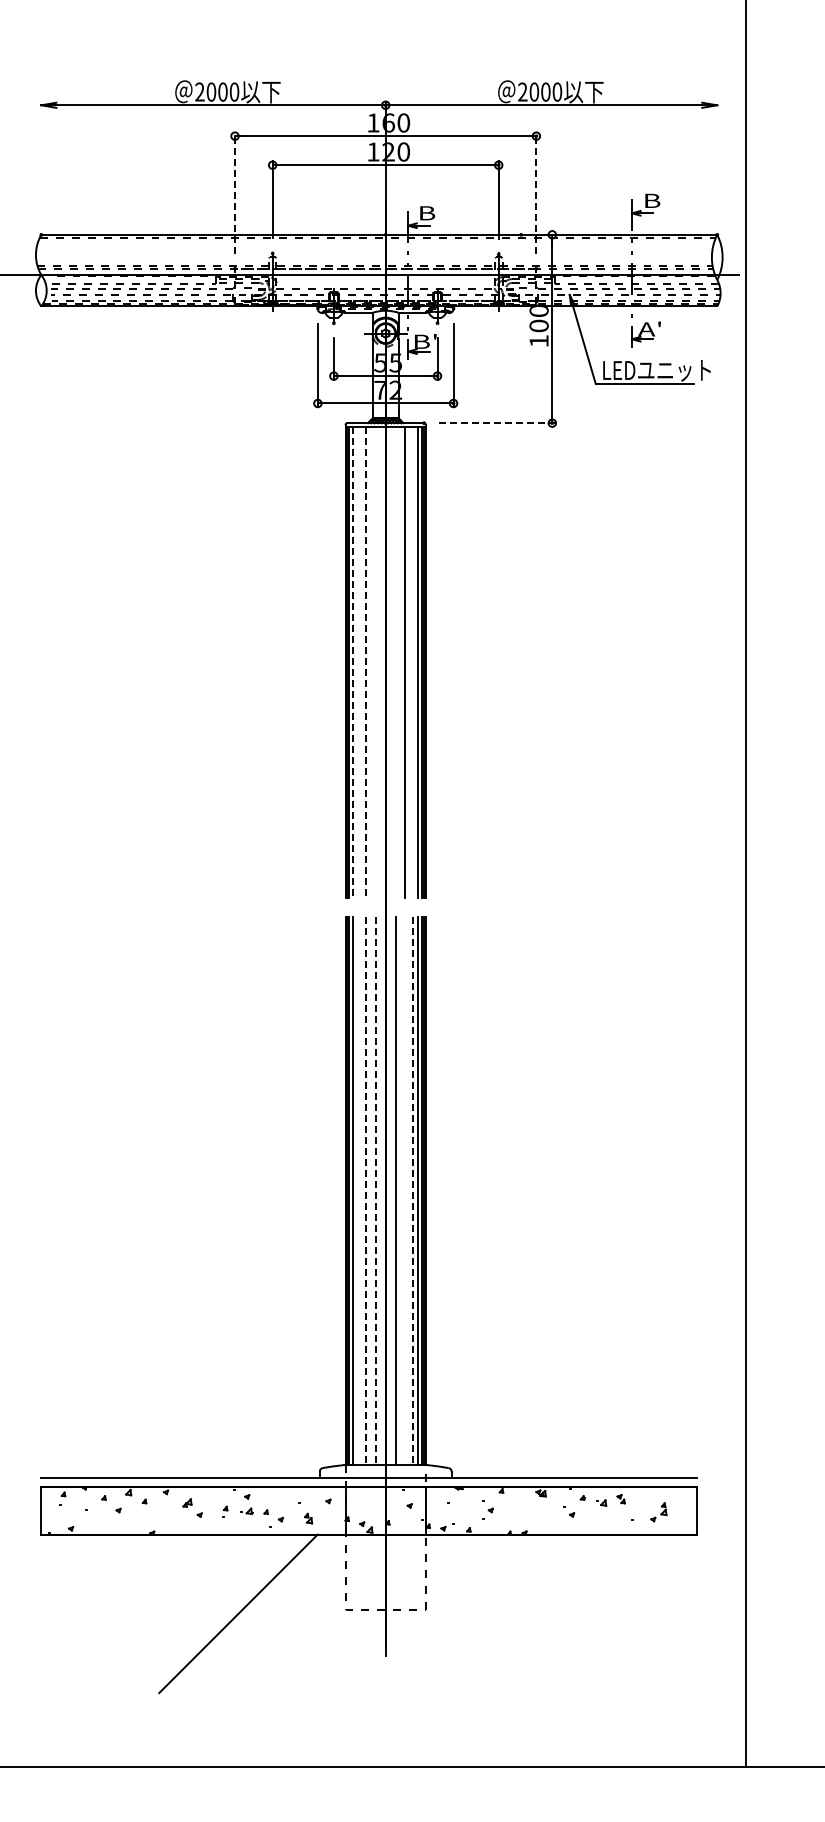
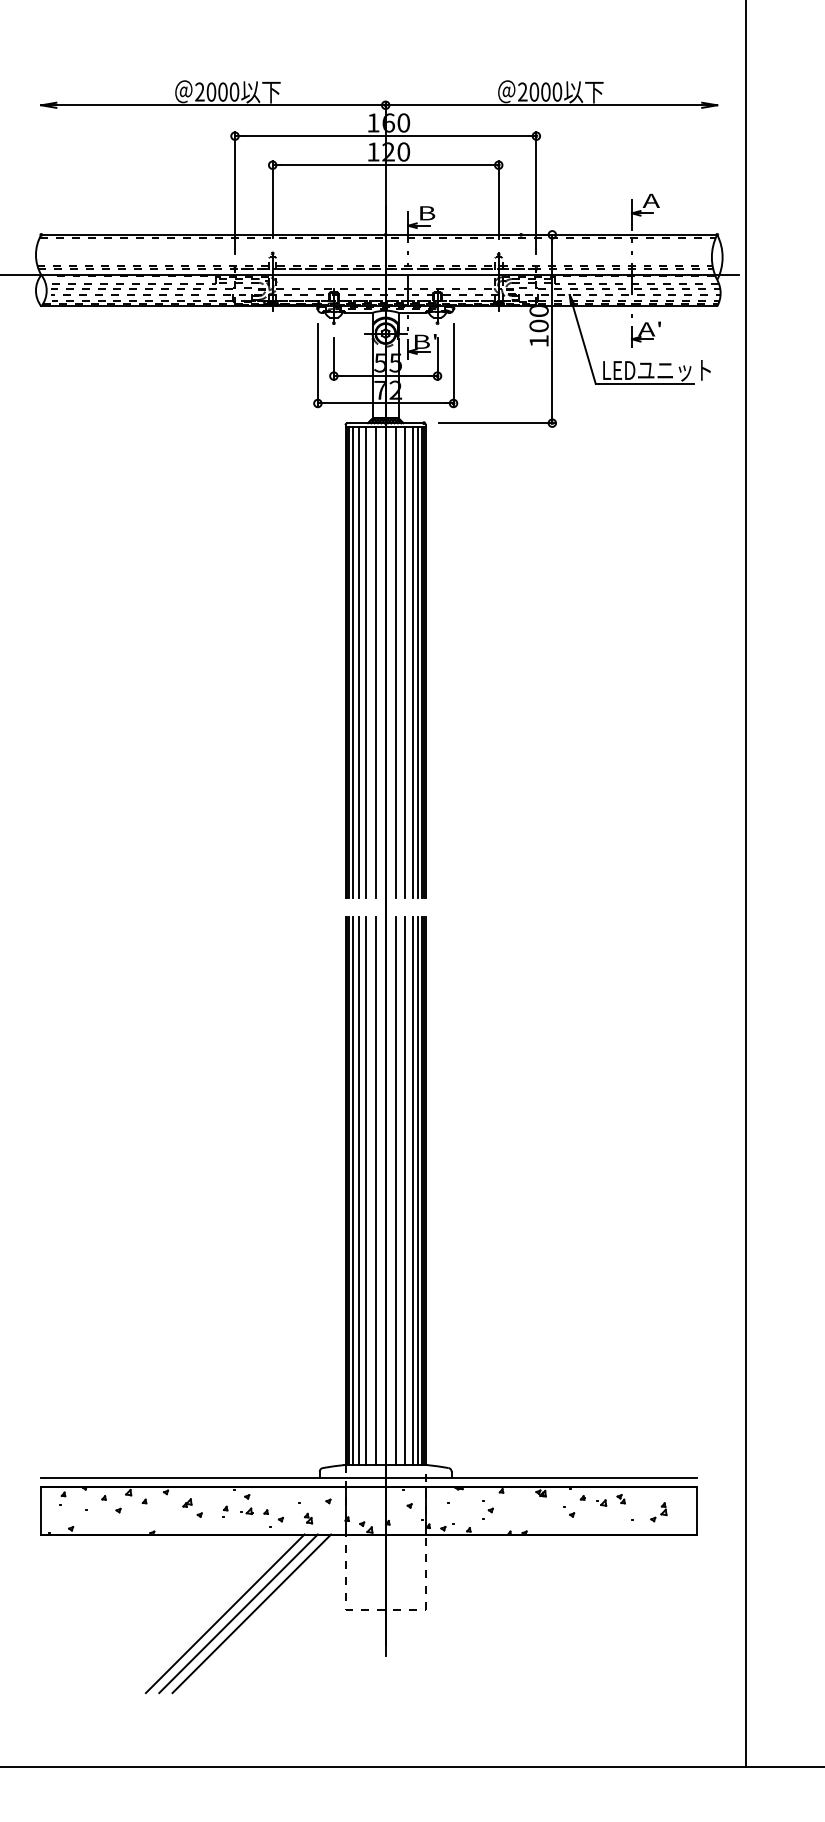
line at (235, 193): dashed -> solid
line at (536, 193): dashed -> solid
text at (651, 200): B -> A
line at (498, 423): dashed -> solid
line at (353, 662): dashed -> solid
line at (358, 662): none -> present
line at (366, 662): dashed -> solid
line at (375, 662): none -> present
line at (395, 662): none -> present
line at (412, 662): none -> present
line at (358, 1191): none -> present
line at (366, 1191): dashed -> solid
line at (375, 1191): dashed -> solid
line at (405, 1191): none -> present
line at (412, 1191): dashed -> solid
line at (224, 1613): none -> present
line at (251, 1613): none -> present
